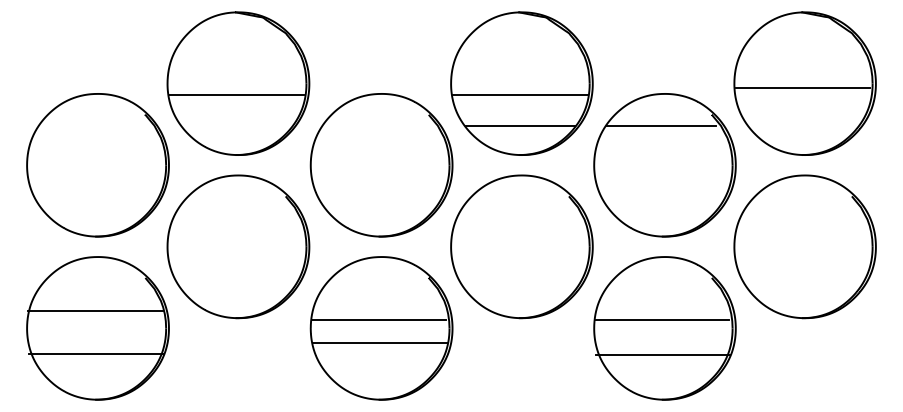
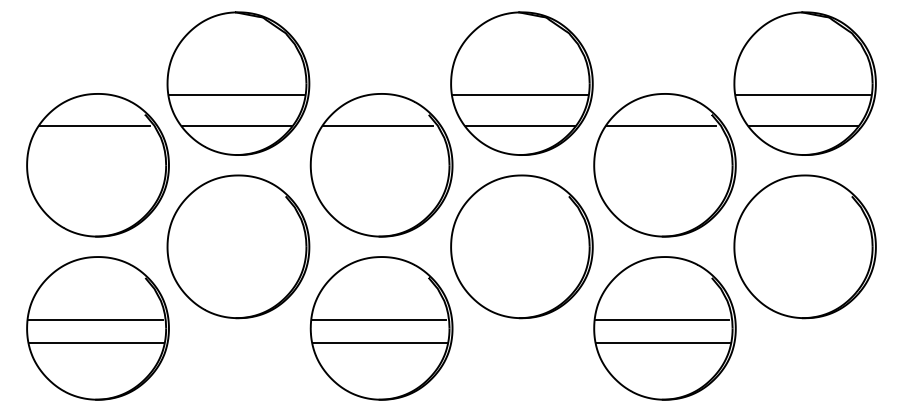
line at (802, 88) position: (802, 88) -> (802, 95)
line at (94, 126): none -> present
line at (237, 126): none -> present
line at (378, 126): none -> present
line at (803, 126): none -> present
line at (95, 310) position: (95, 310) -> (95, 319)
line at (96, 353) position: (96, 353) -> (96, 342)
line at (663, 354) position: (663, 354) -> (663, 342)
